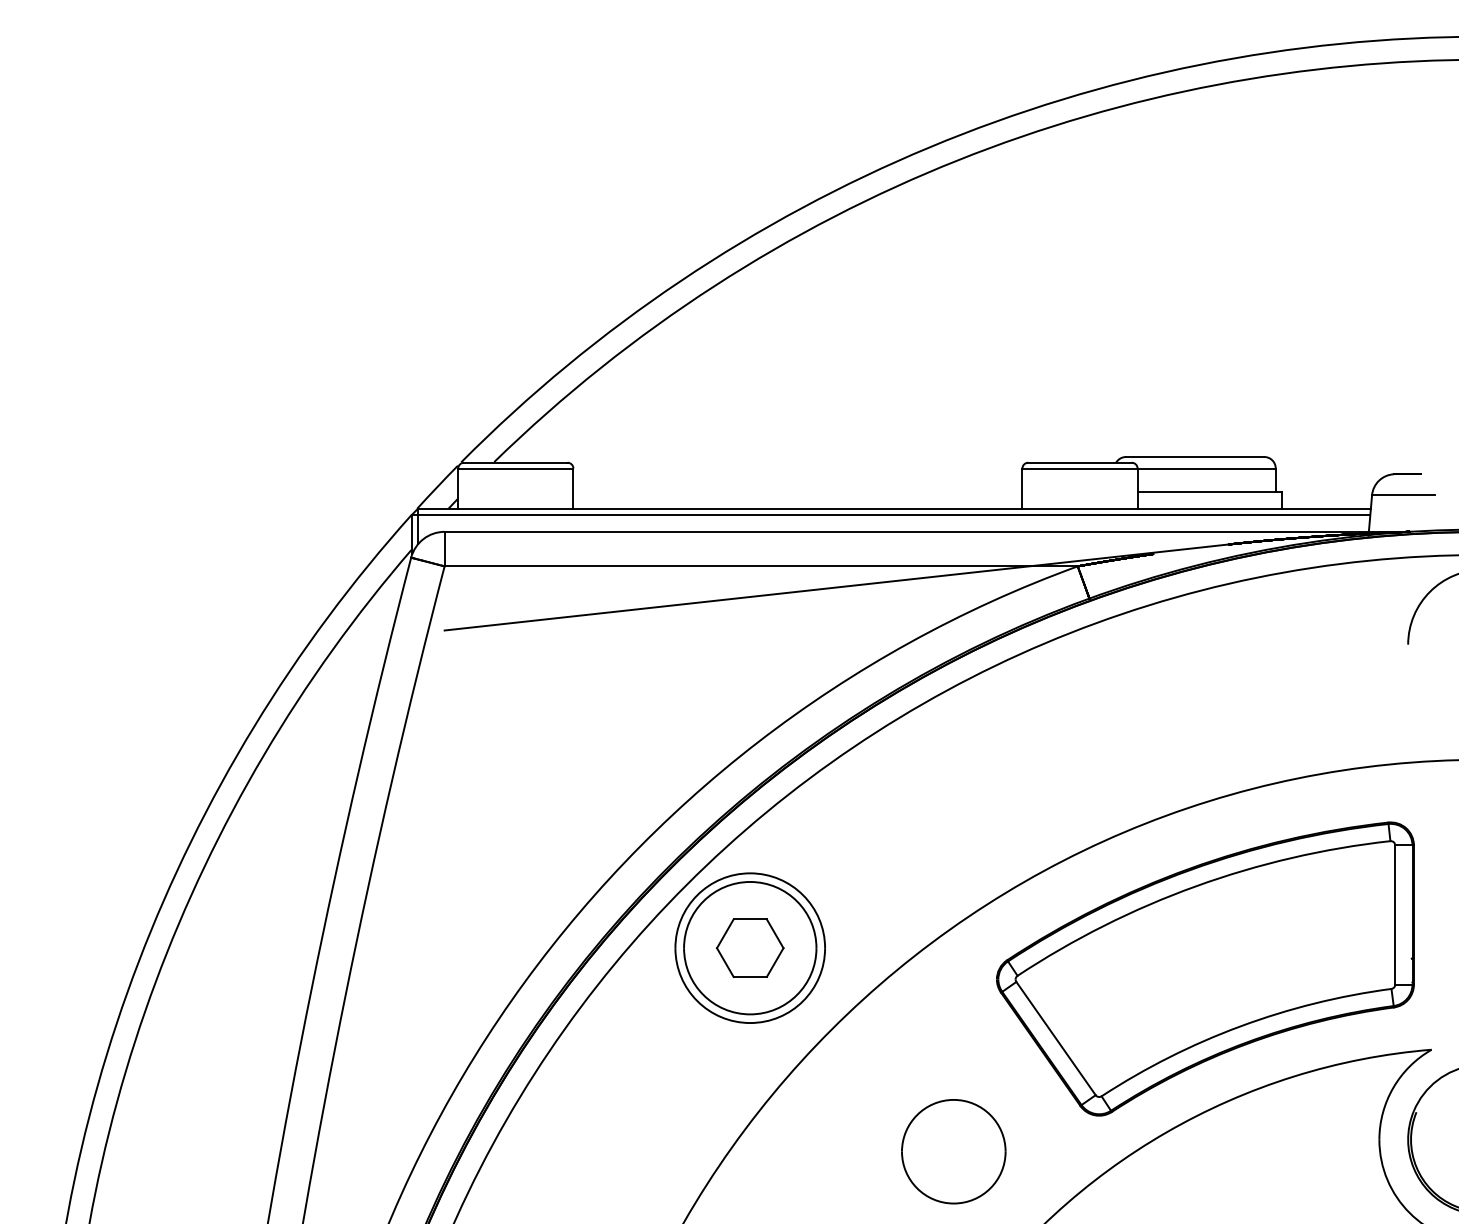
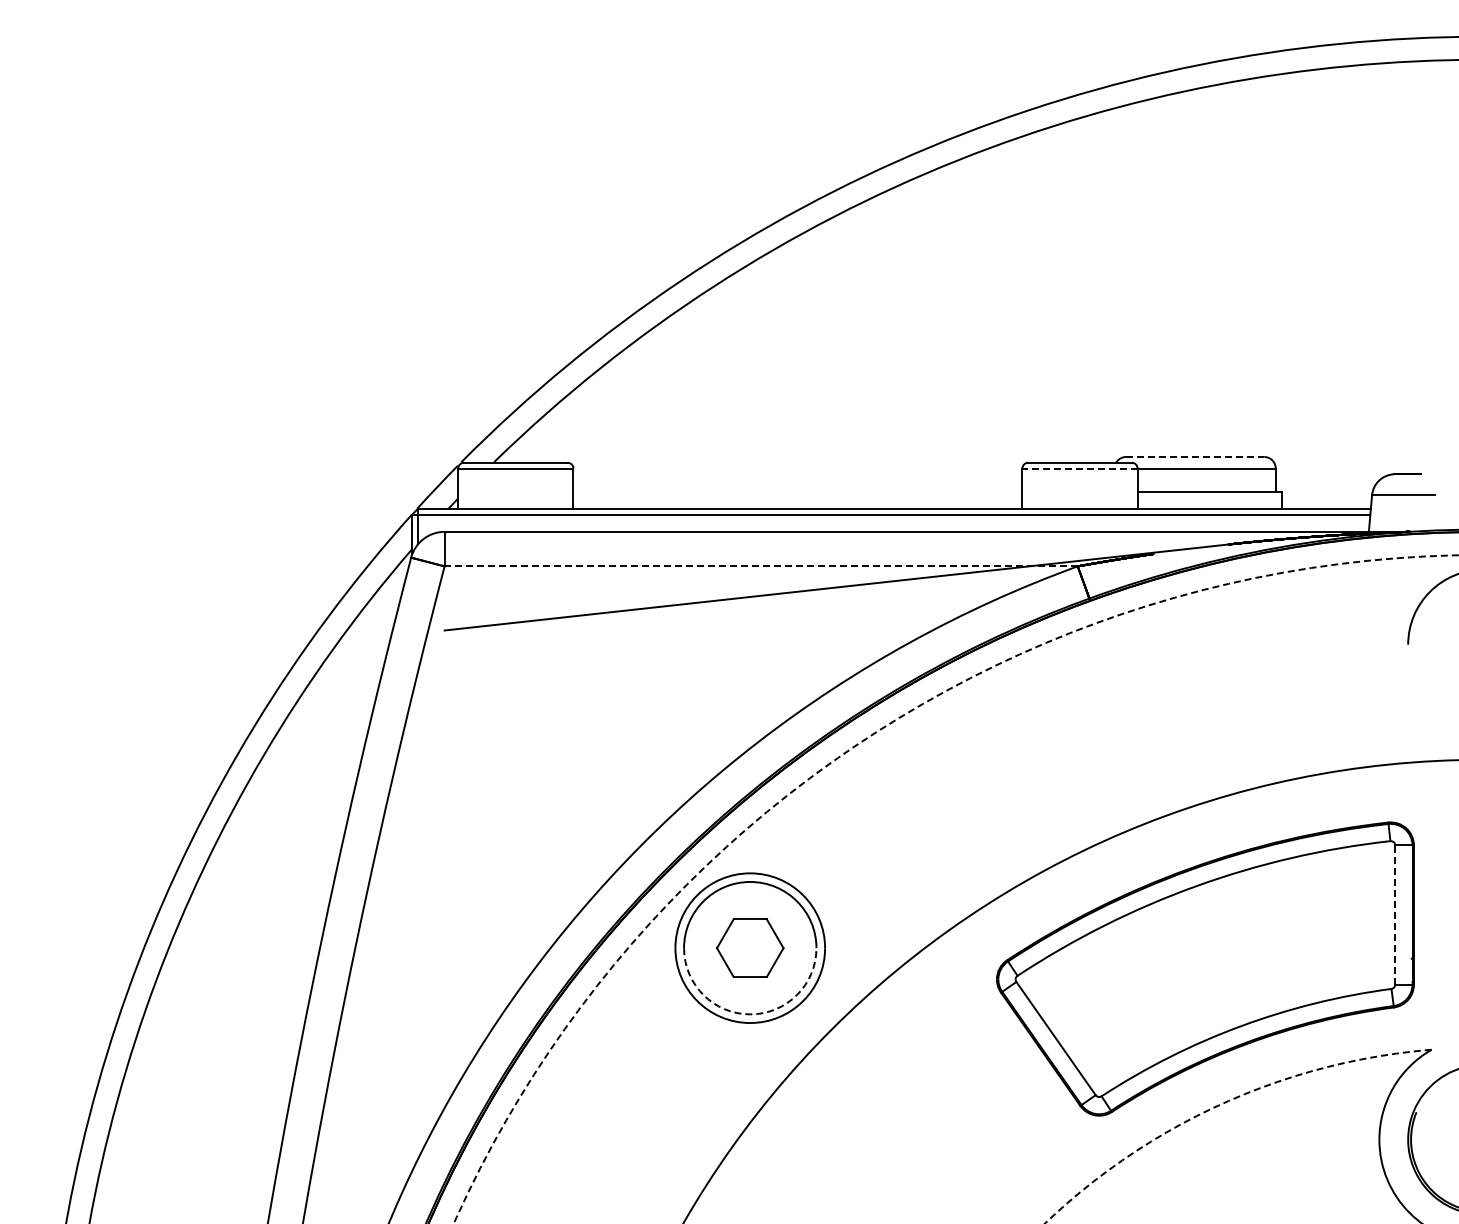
line at (1195, 457): solid -> dashed
line at (1080, 468): solid -> dashed
line at (761, 566): solid -> dashed
arc at (855, 746): solid -> dashed
line at (1395, 915): solid -> dashed
arc at (750, 1014): solid -> dashed
arc at (1222, 1103): solid -> dashed
part at (953, 1151): present -> none
